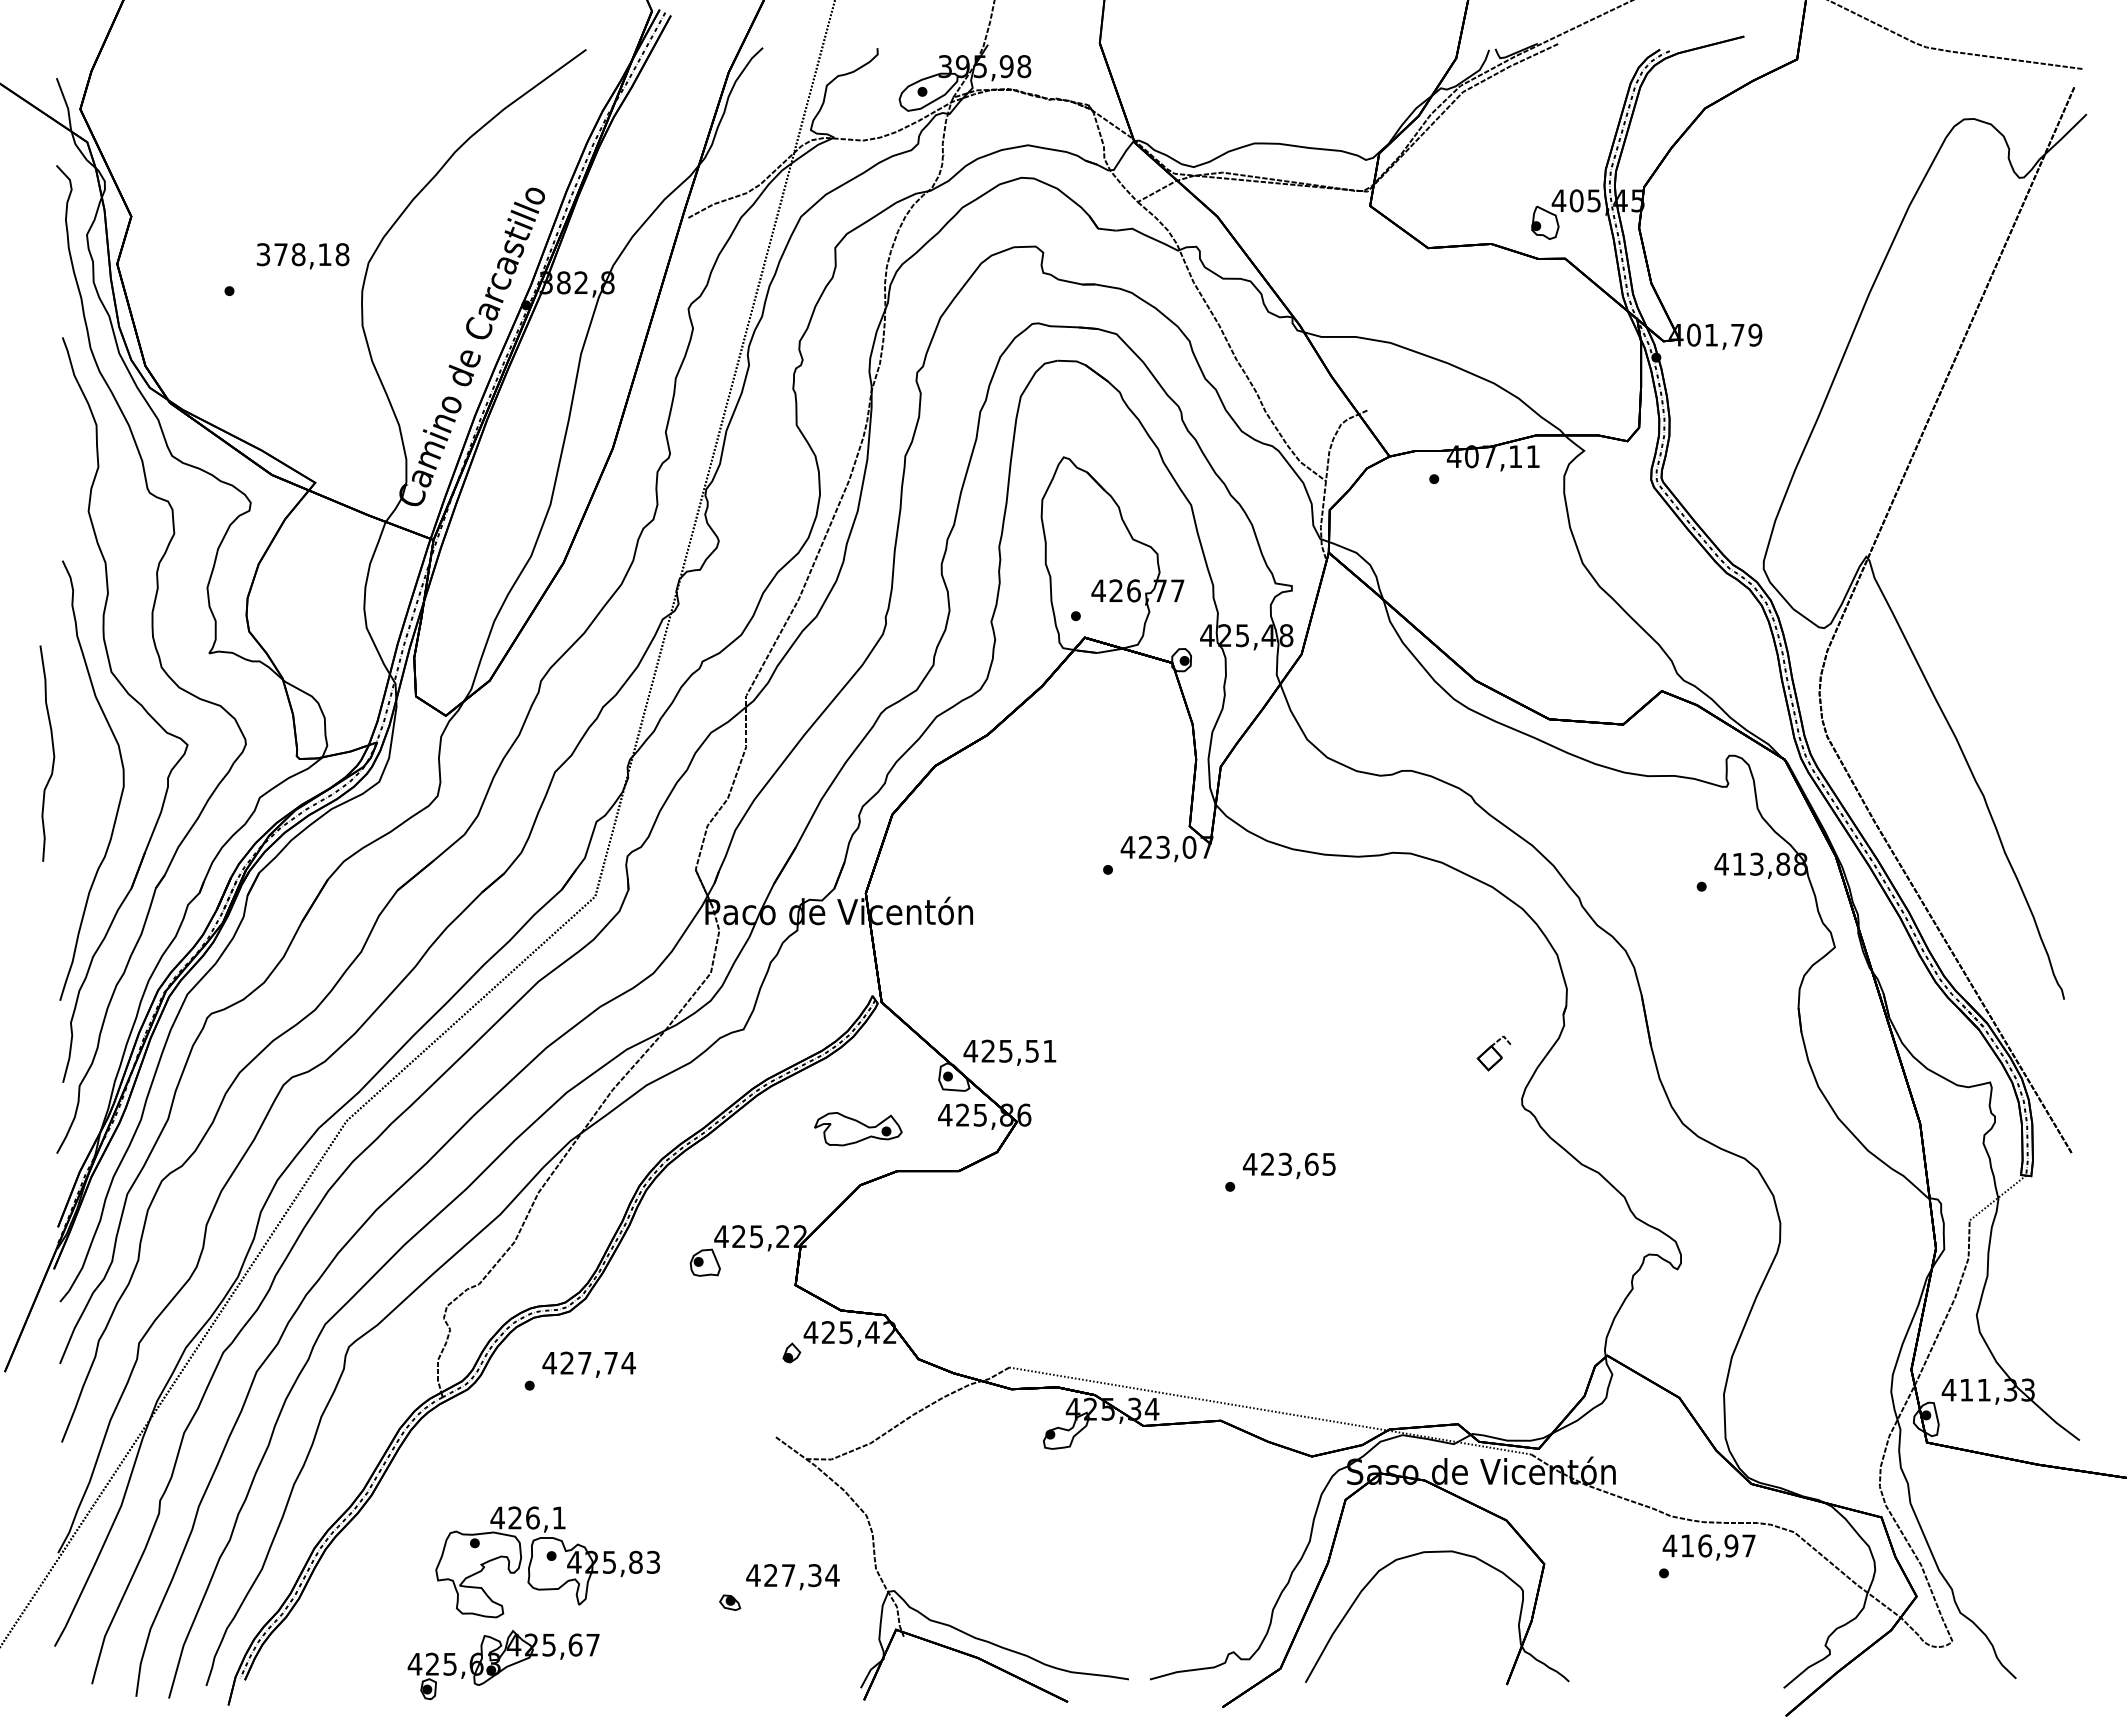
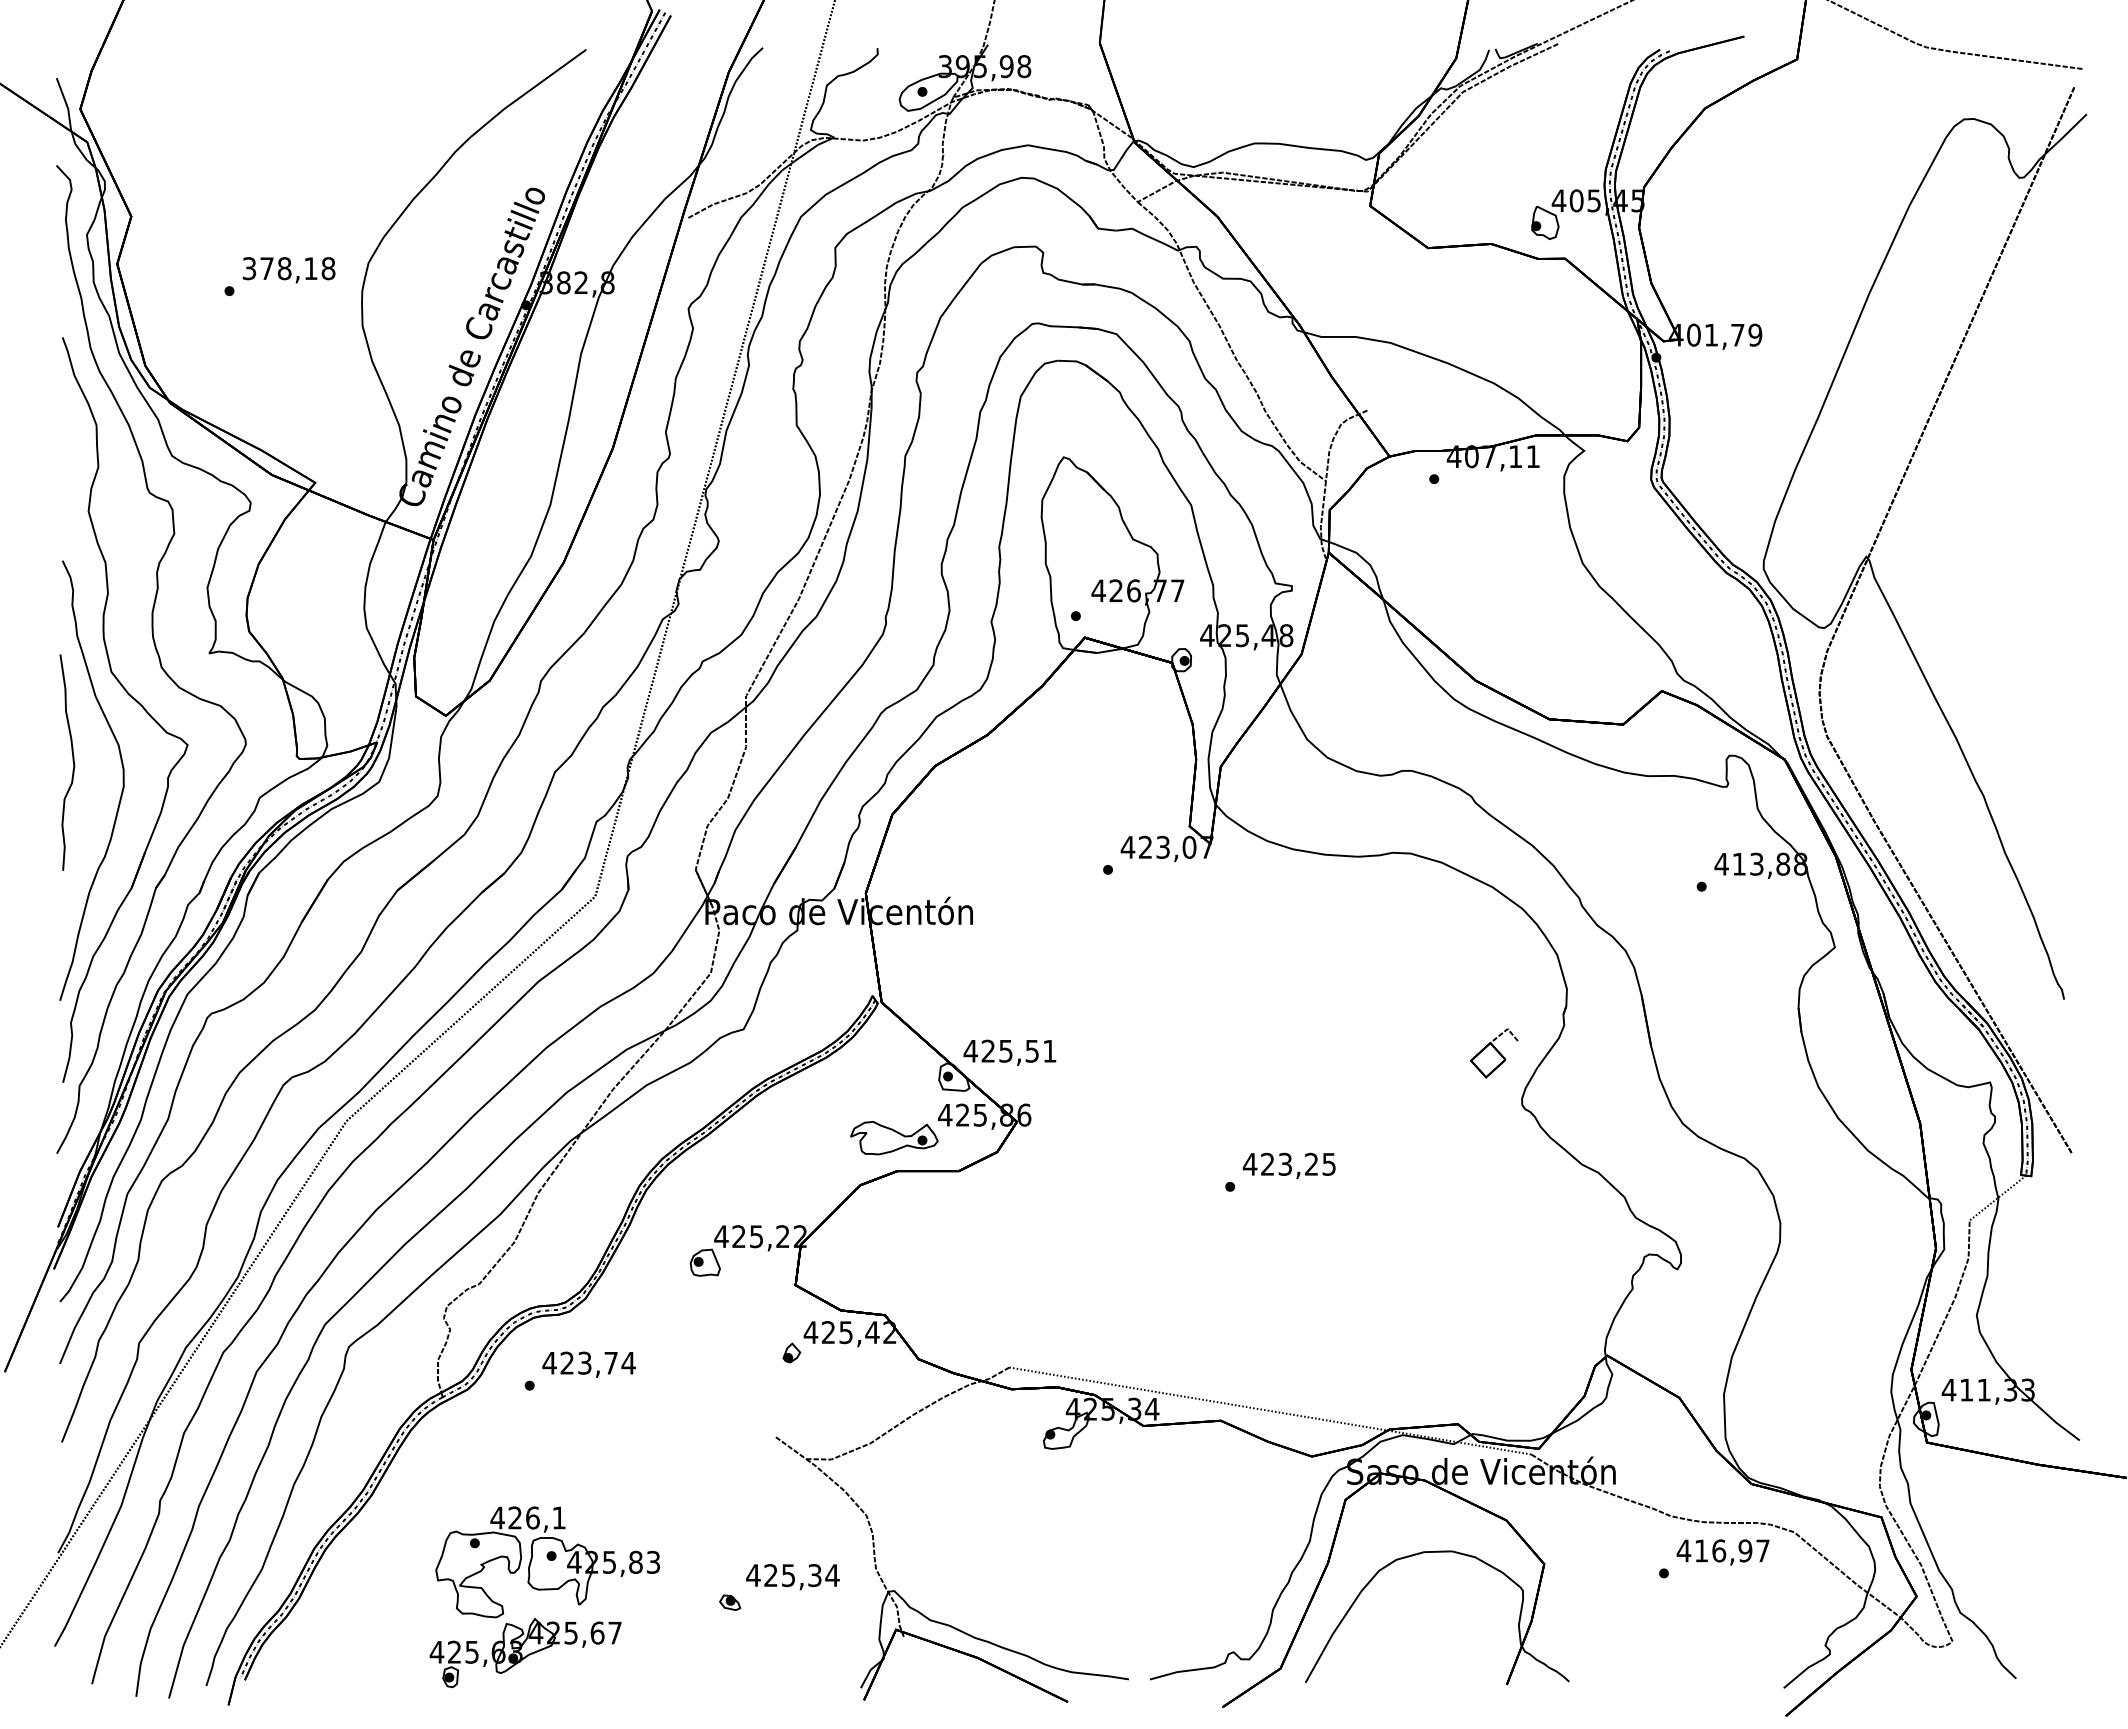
text at (303, 256) position: (303, 256) -> (289, 270)
curve at (52, 752) position: (52, 752) -> (72, 761)
part at (1493, 1053) size: 36x36 px -> 50x51 px
part at (858, 1129) position: (858, 1129) -> (894, 1138)
text at (1311, 1163): 423,65 -> 423,25
text at (584, 1362): 427,74 -> 423,74
text at (1708, 1547) position: (1708, 1547) -> (1722, 1552)
text at (788, 1575): 427,34 -> 425,34
part at (503, 1665) position: (503, 1665) -> (525, 1653)
